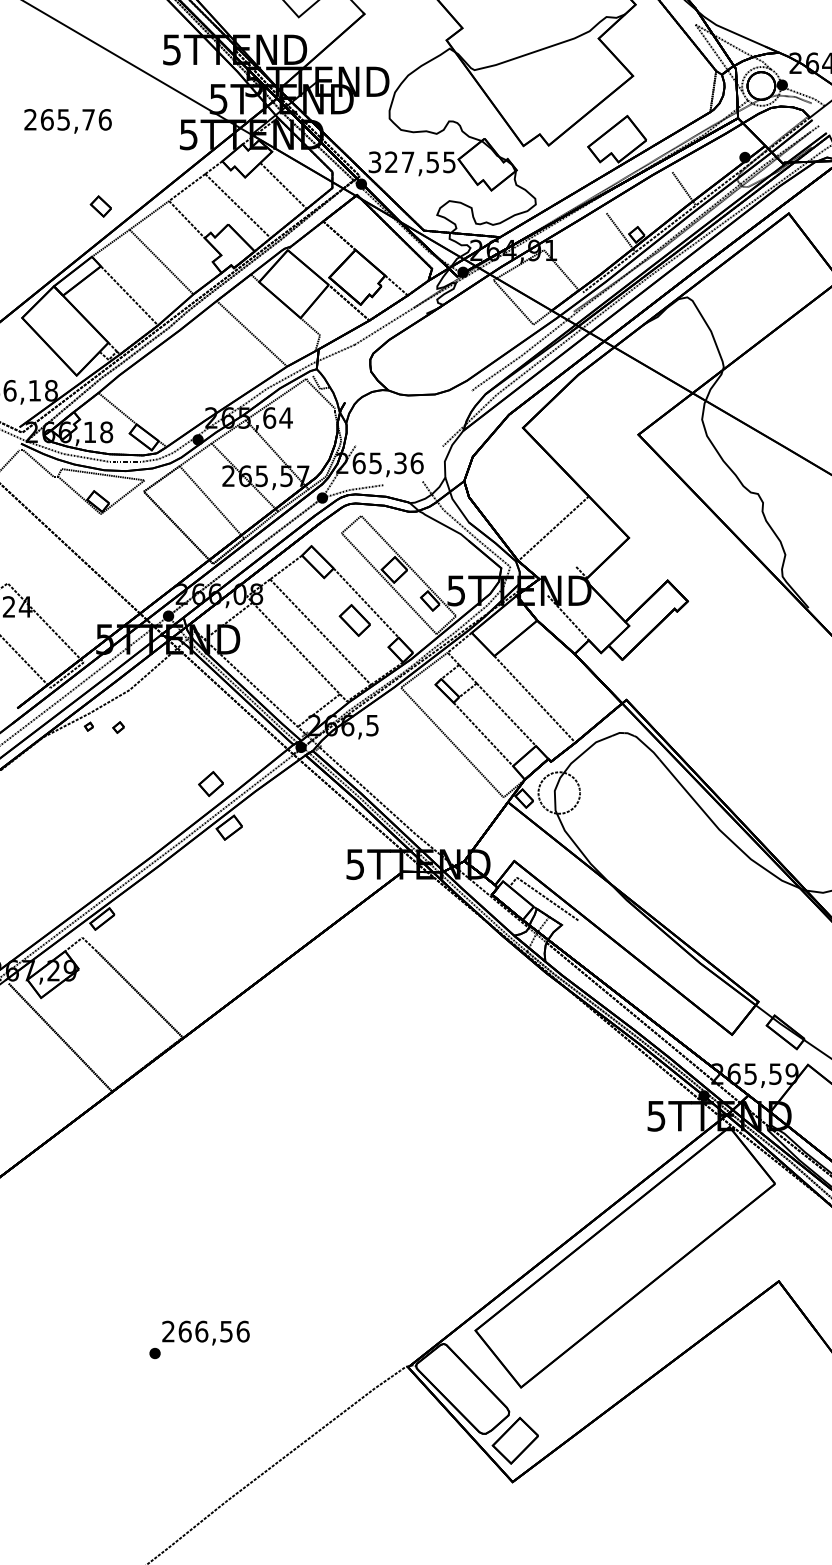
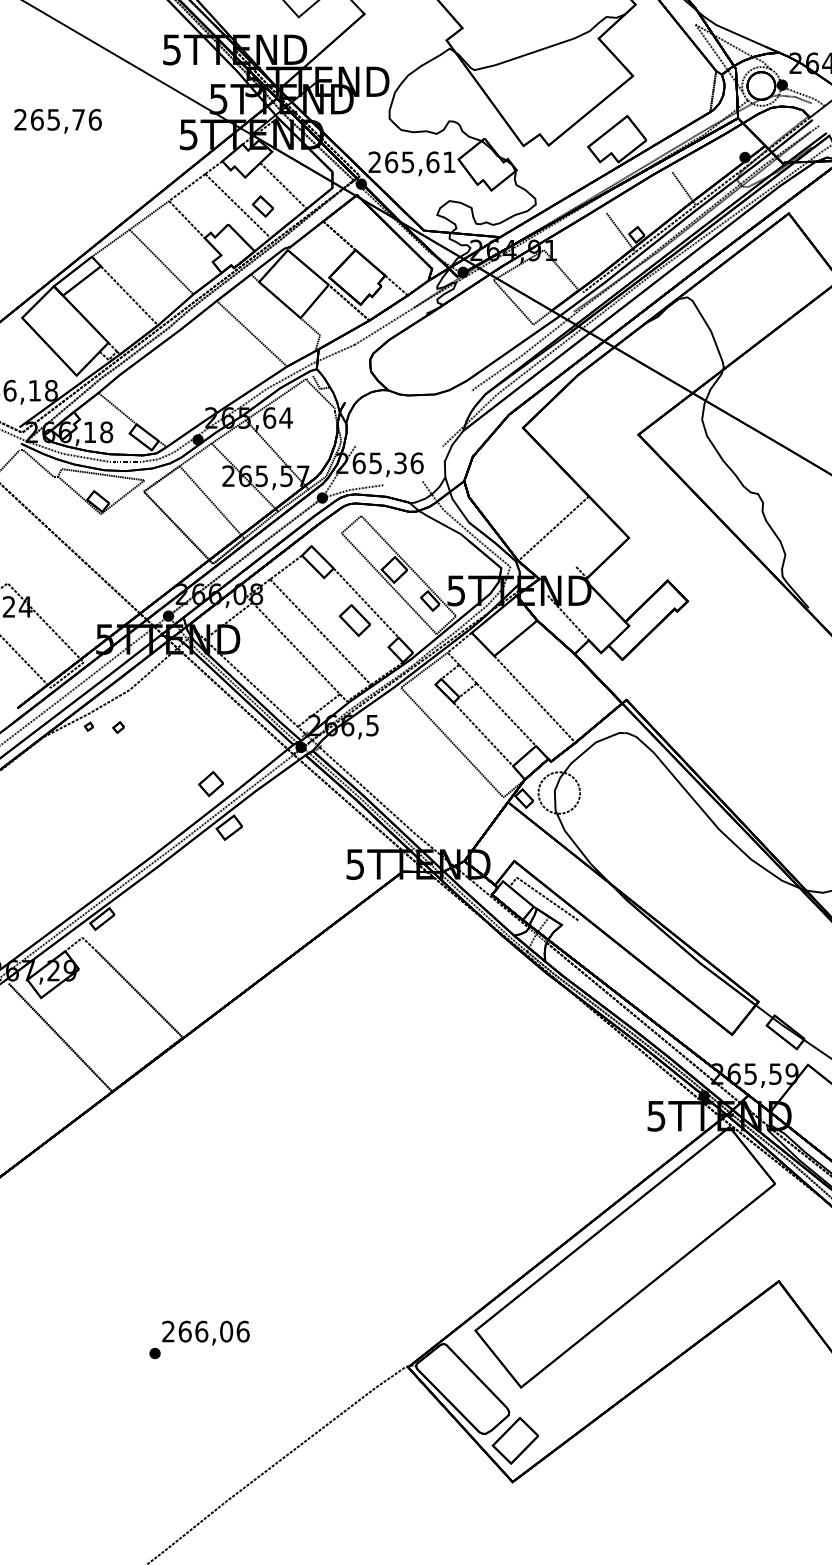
text at (67, 121) position: (67, 121) -> (57, 121)
text at (411, 162): 327,55 -> 265,61
part at (100, 206) position: (100, 206) -> (262, 206)
text at (226, 1331): 266,56 -> 266,06
